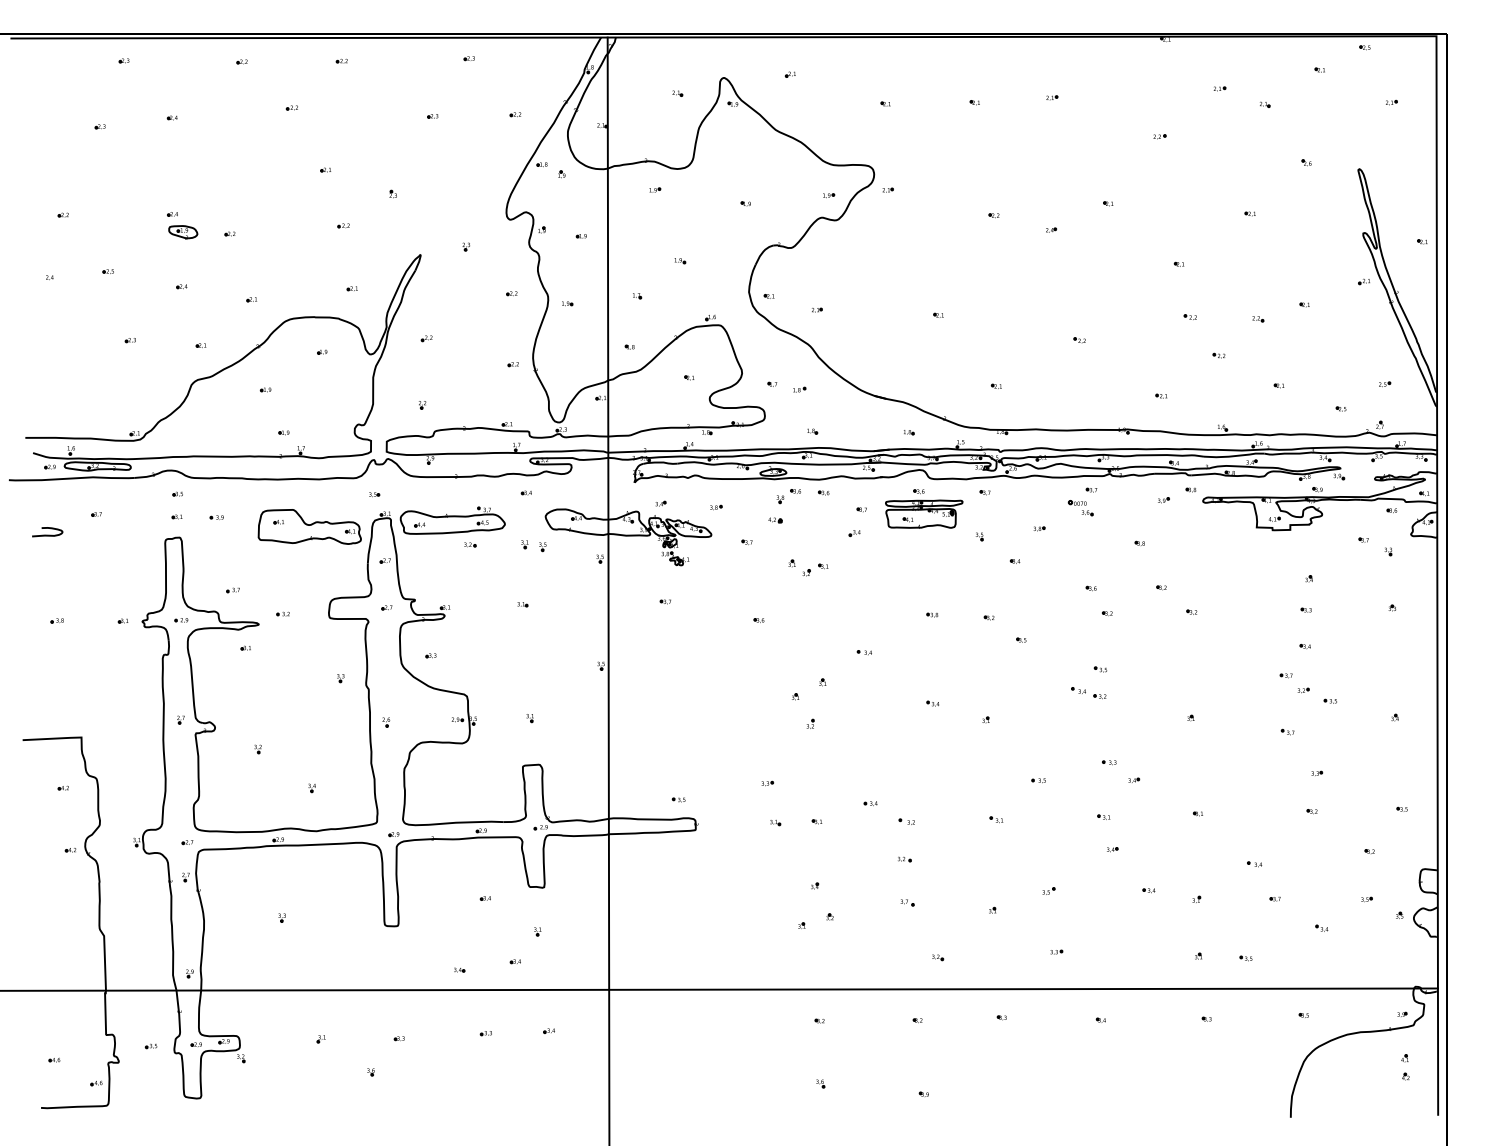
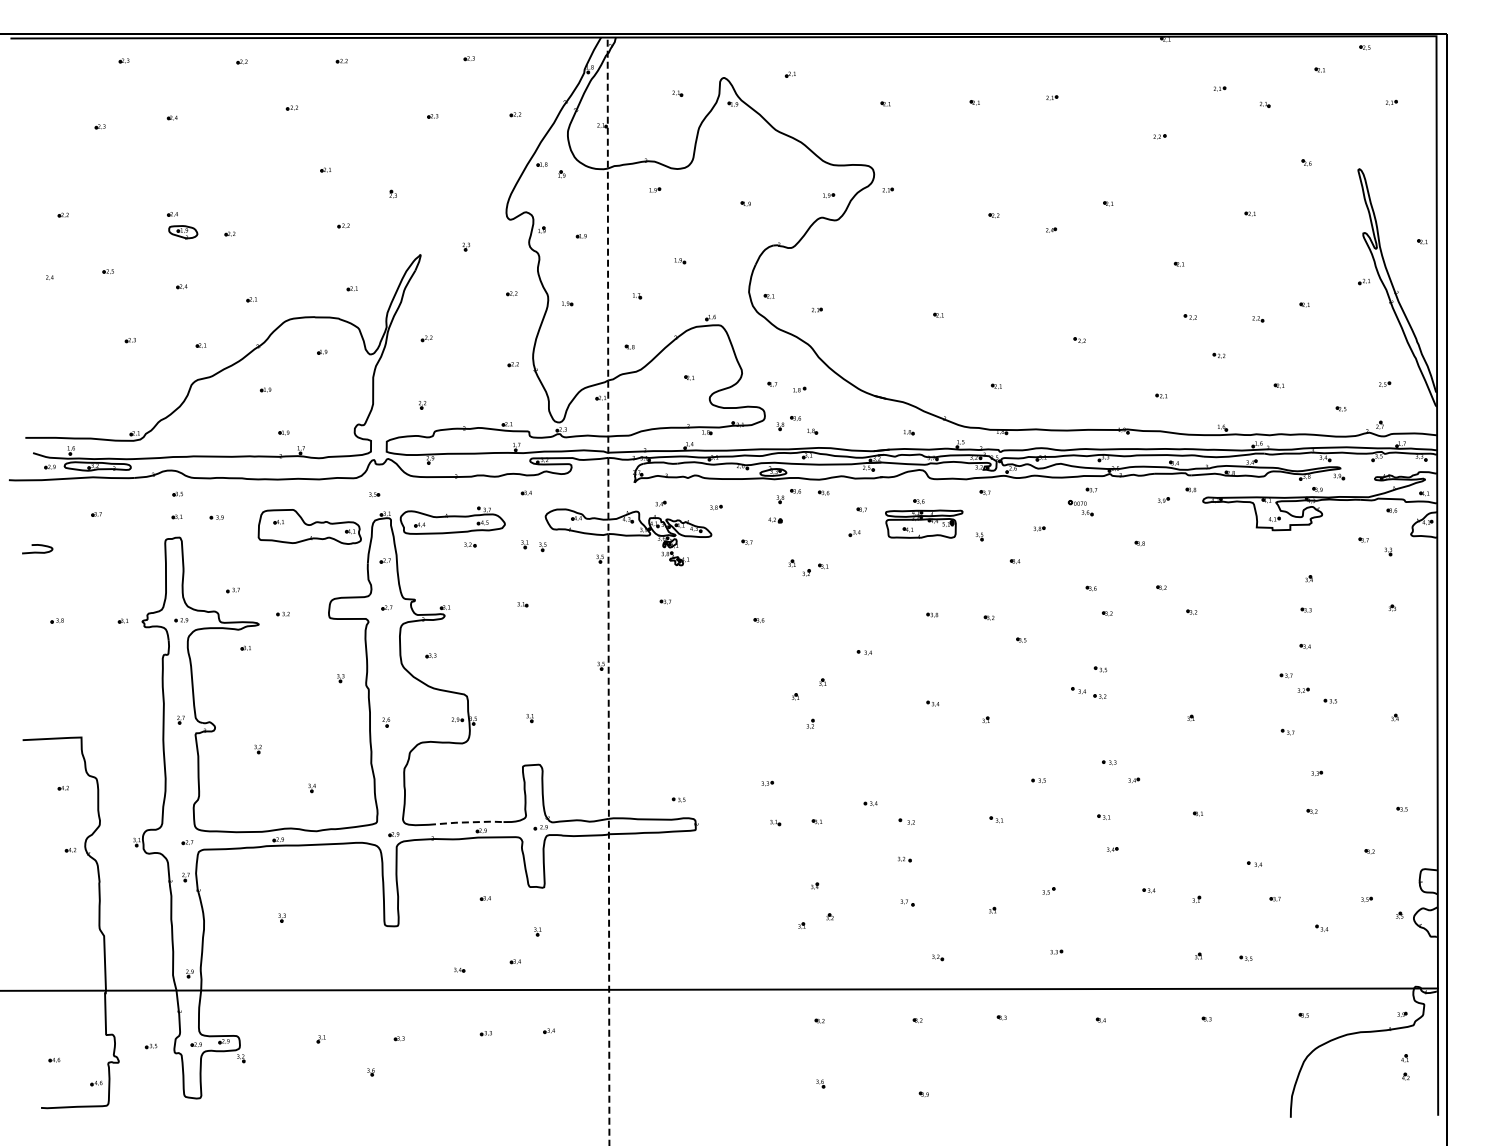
part at (788, 423): none -> present
part at (924, 508) position: (924, 508) -> (924, 518)
curve at (47, 534) position: (47, 534) -> (37, 551)
line at (608, 591): solid -> dashed
line at (466, 822): solid -> dashed
